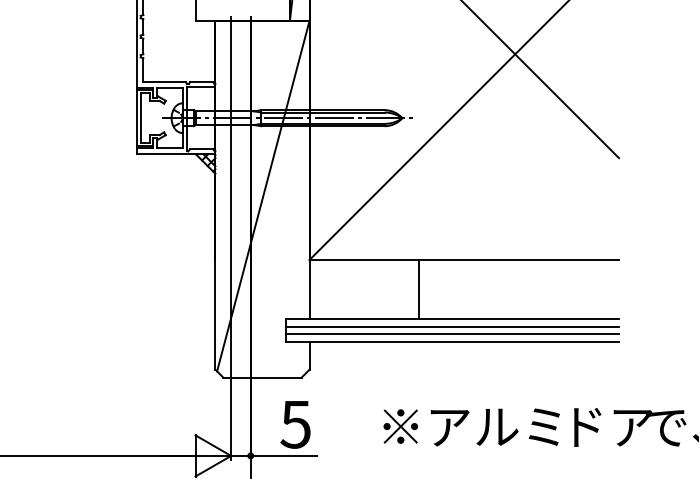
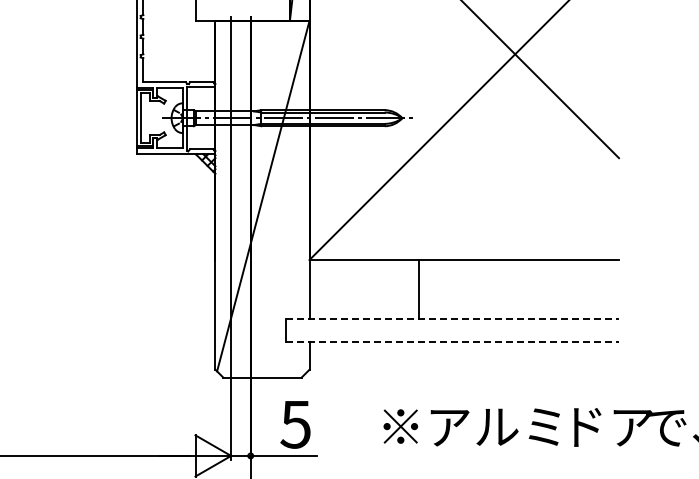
line at (452, 318): solid -> dashed
line at (452, 326): present -> none
line at (452, 334): present -> none
line at (452, 342): solid -> dashed
